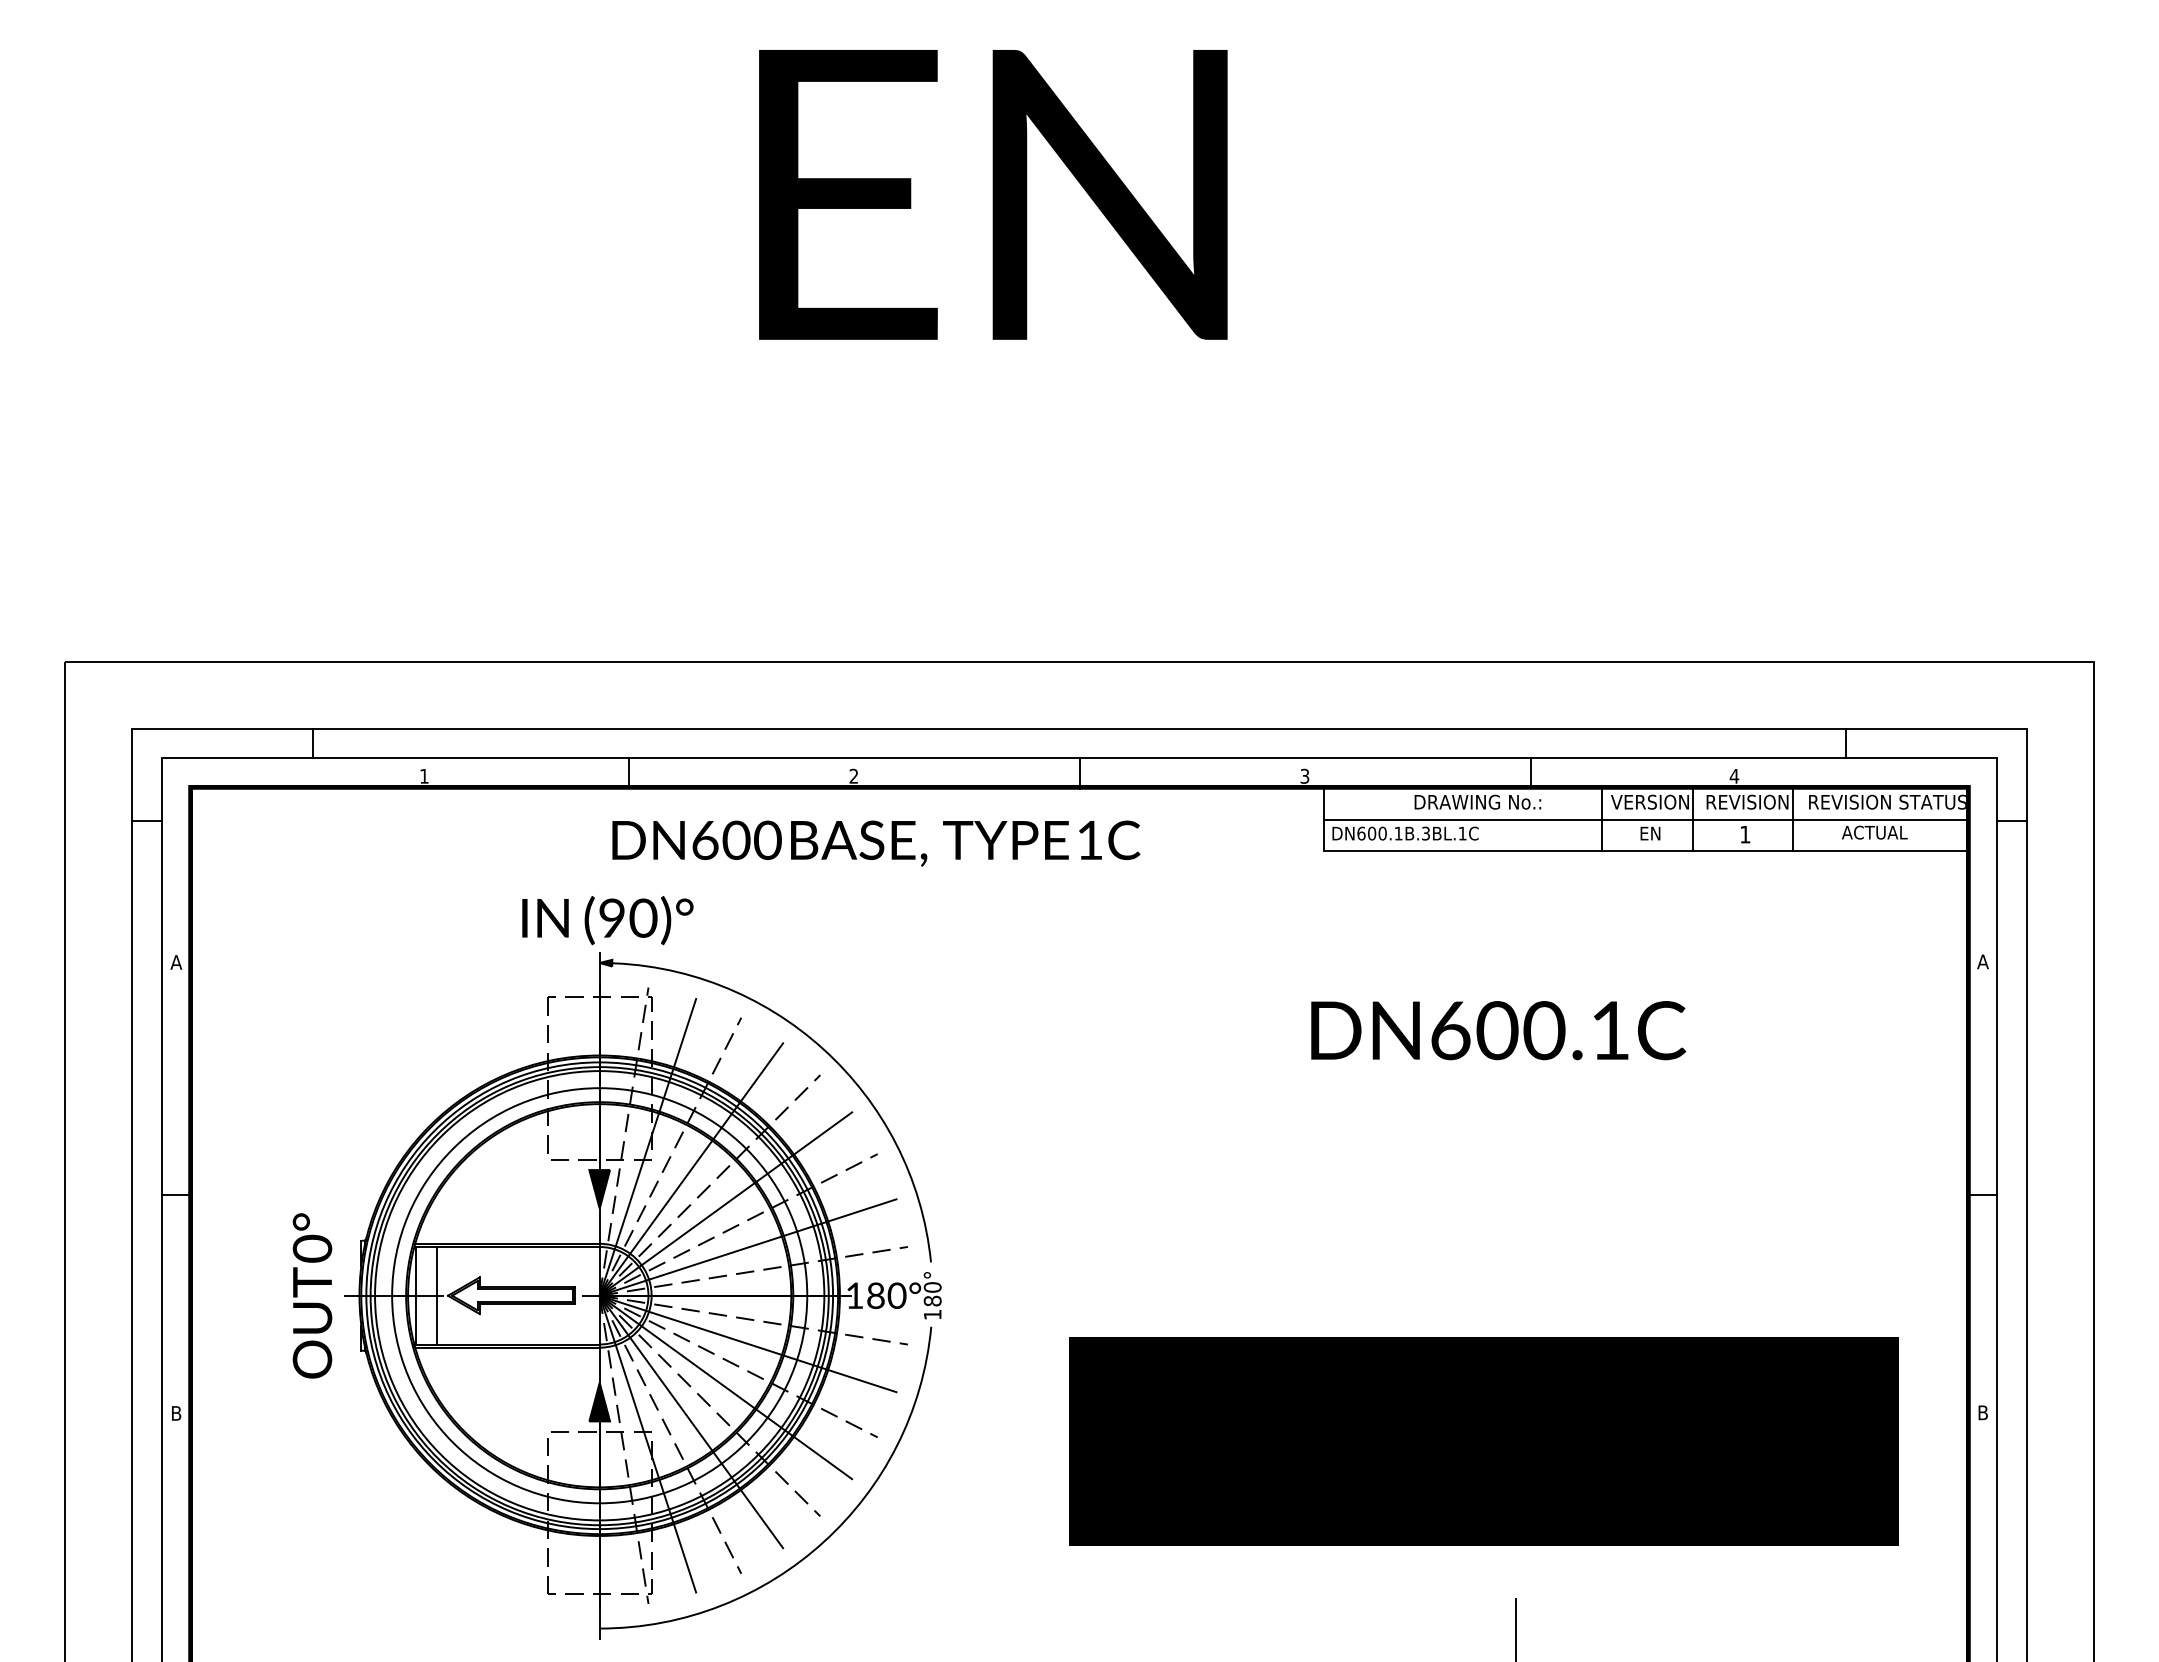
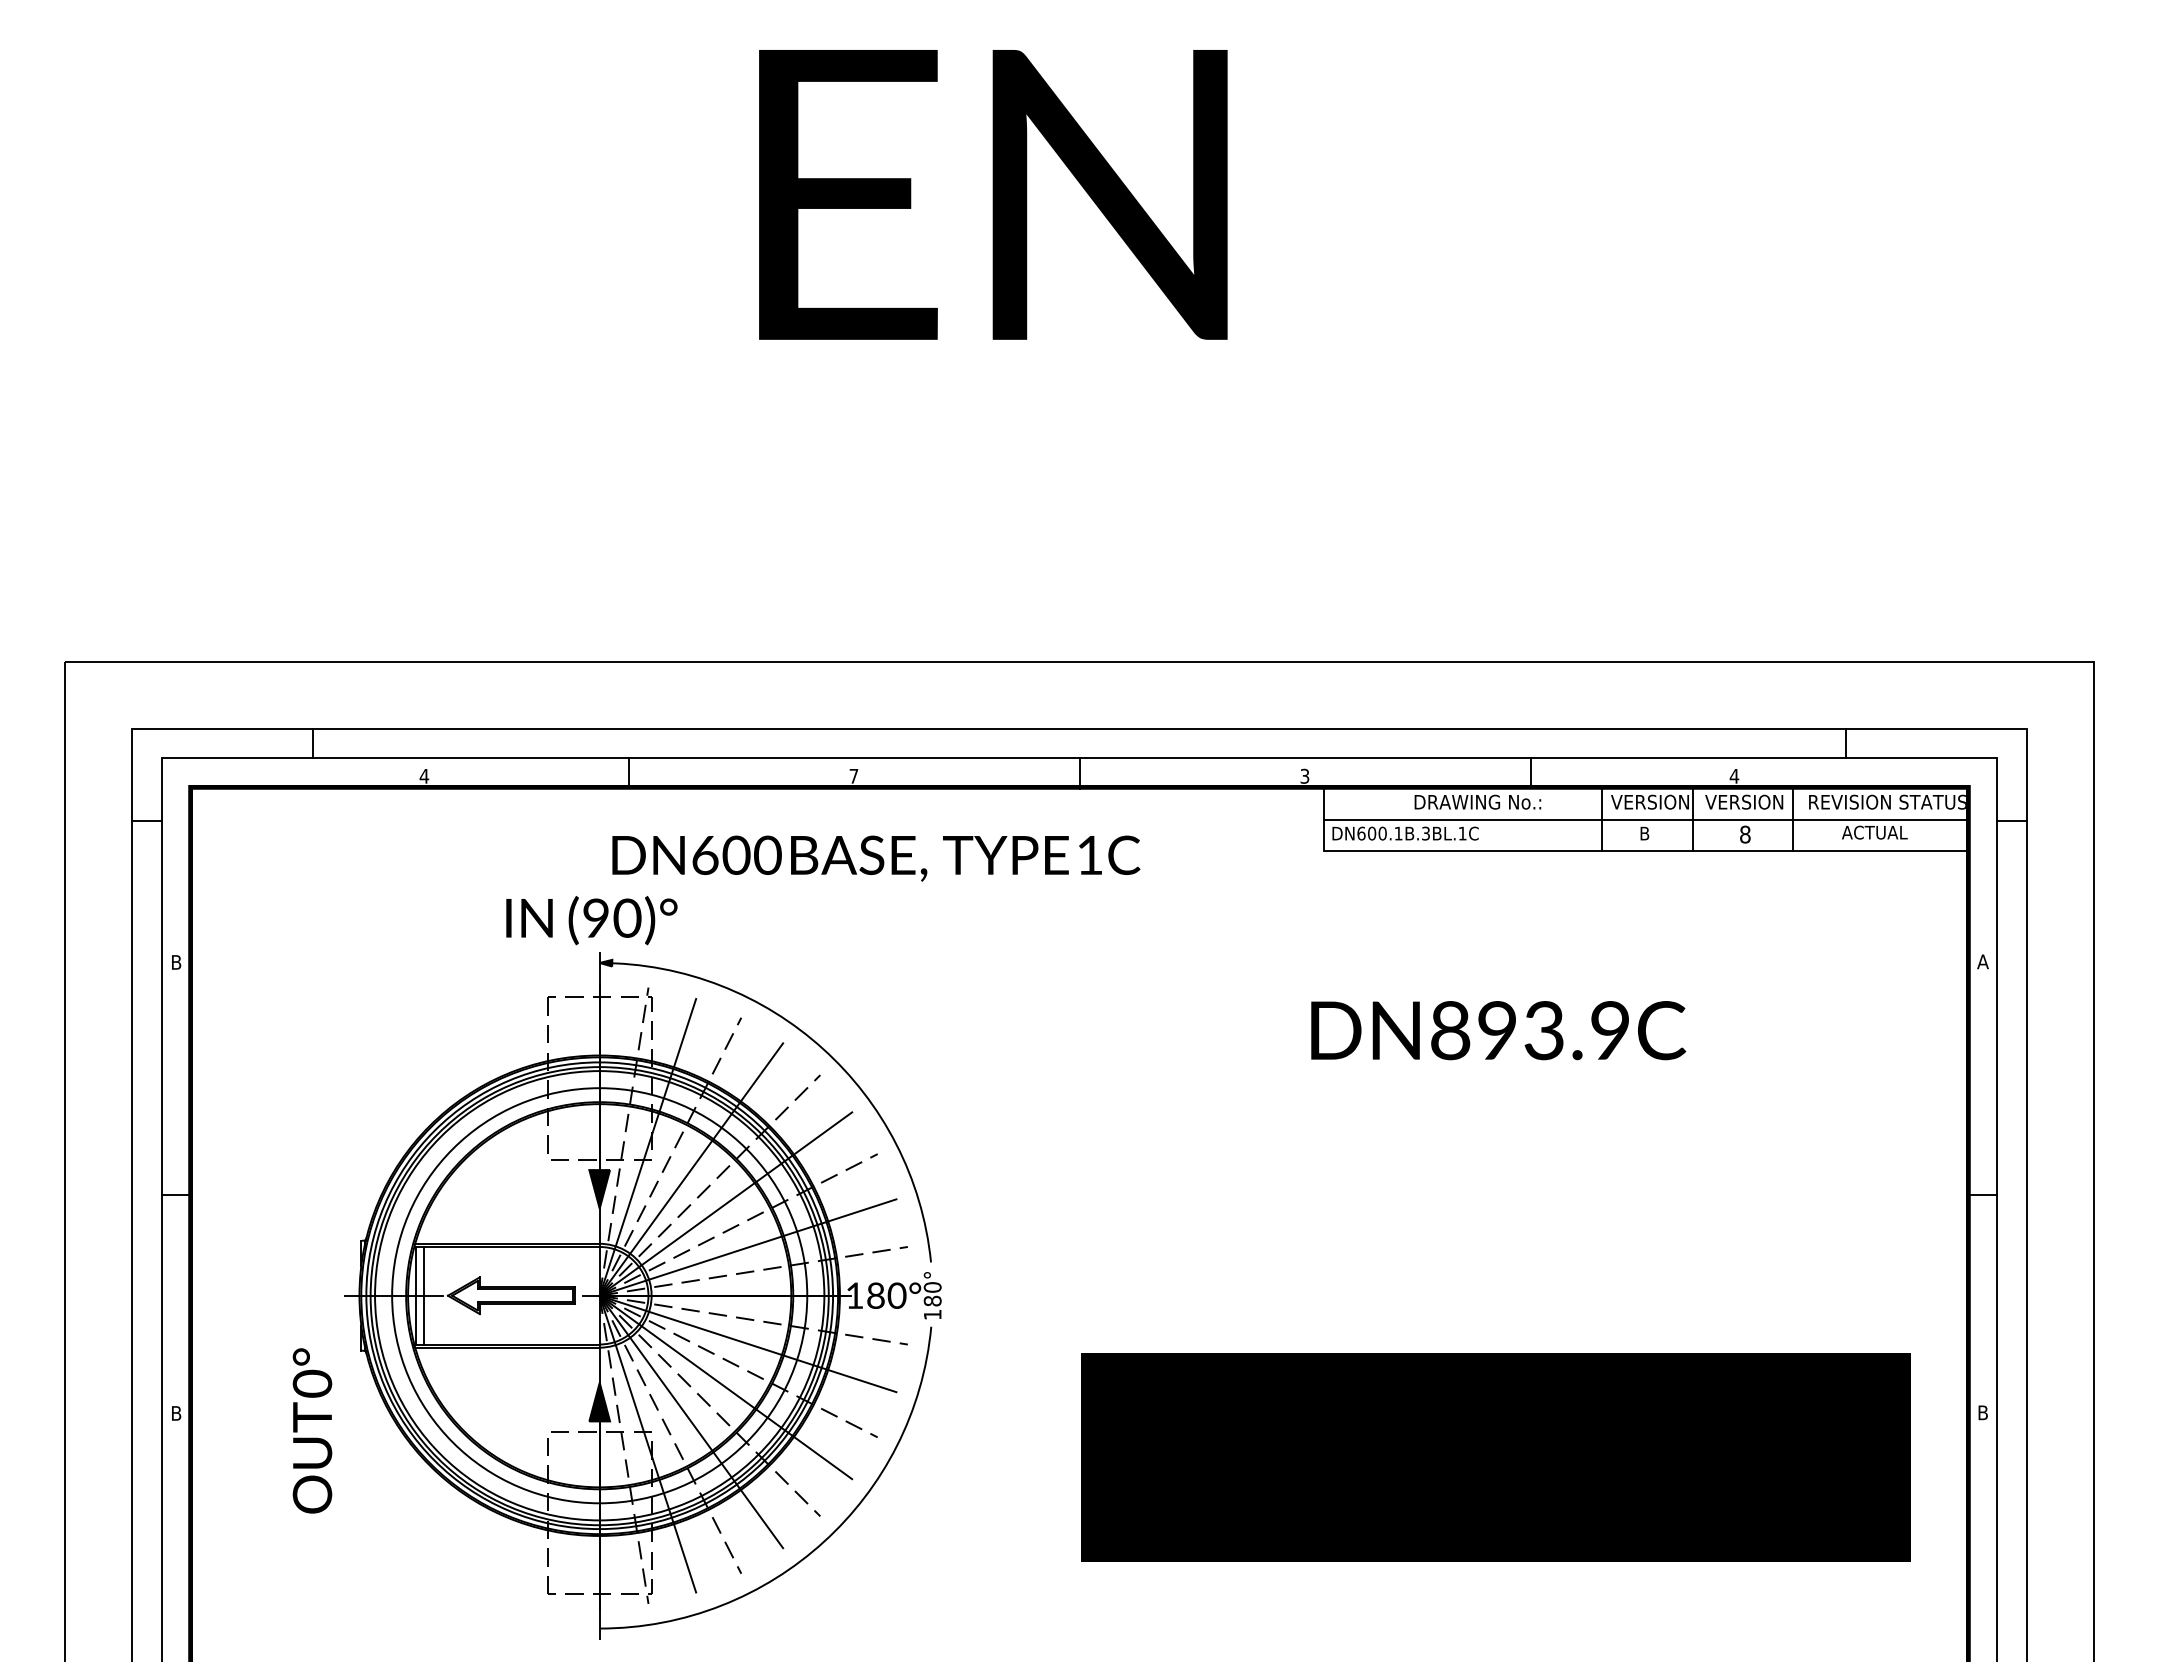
text at (853, 775): 2 -> 7
text at (424, 776): 1 -> 4
text at (1746, 801): REVISION -> VERSION
text at (1653, 833): EN -> B
text at (1745, 834): 1 -> 8
text at (876, 843) position: (876, 843) -> (876, 858)
text at (607, 920) position: (607, 920) -> (591, 920)
text at (176, 962): A -> B
text at (1529, 1030): DN600.1C -> DN893.9C
text at (312, 1295) position: (312, 1295) -> (312, 1430)
line at (437, 1295) position: (437, 1295) -> (424, 1295)
text at (1483, 1441) position: (1483, 1441) -> (1495, 1457)
line at (1516, 1628): present -> none
